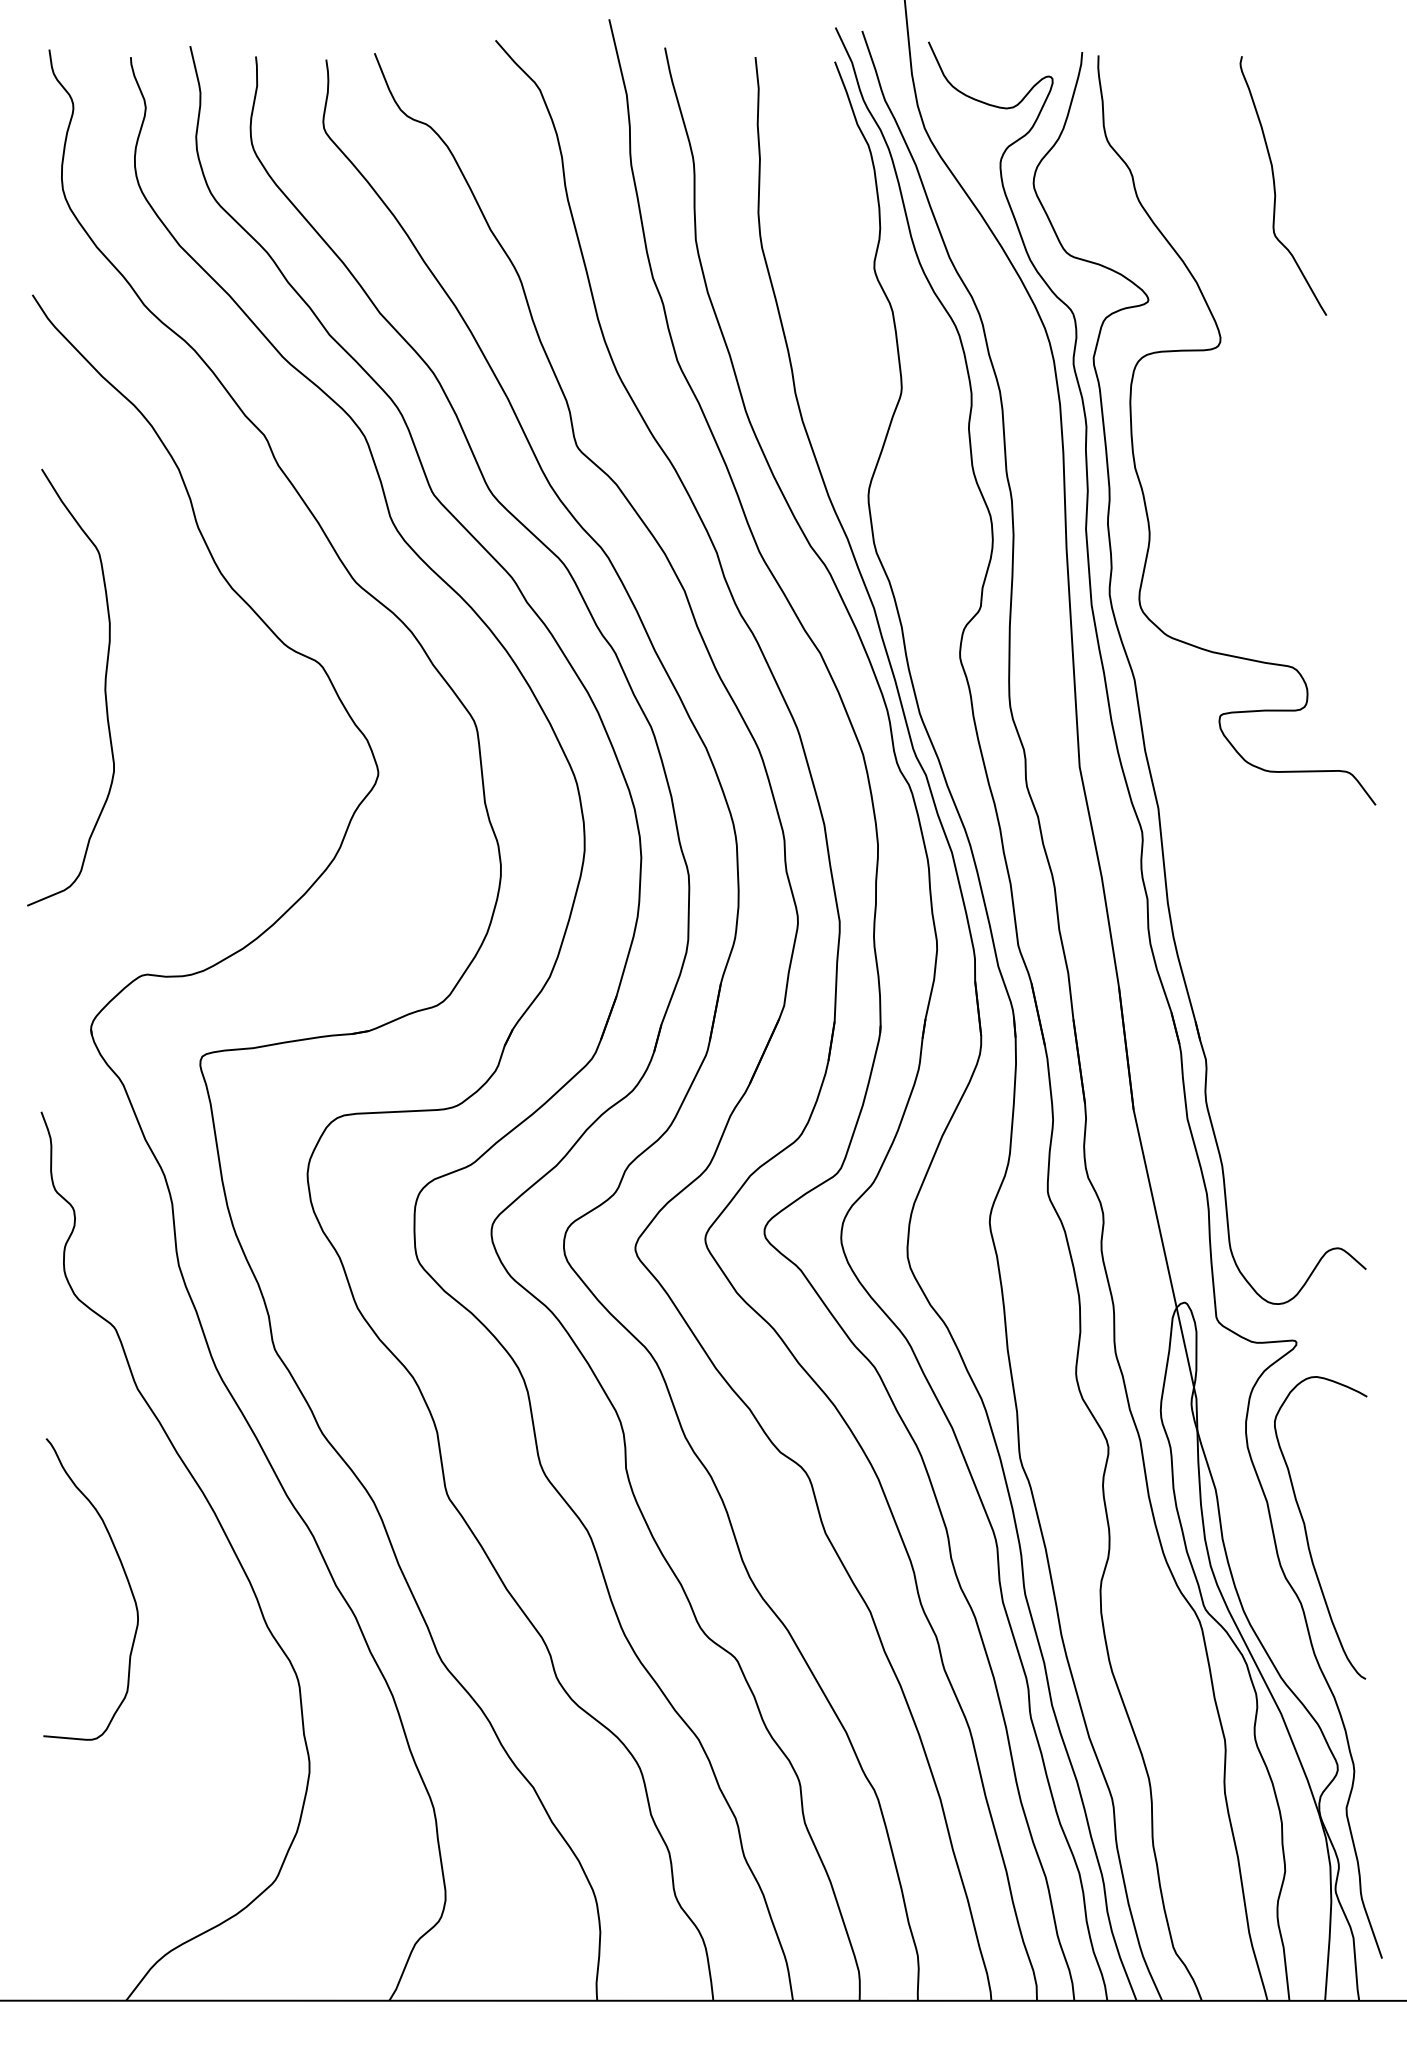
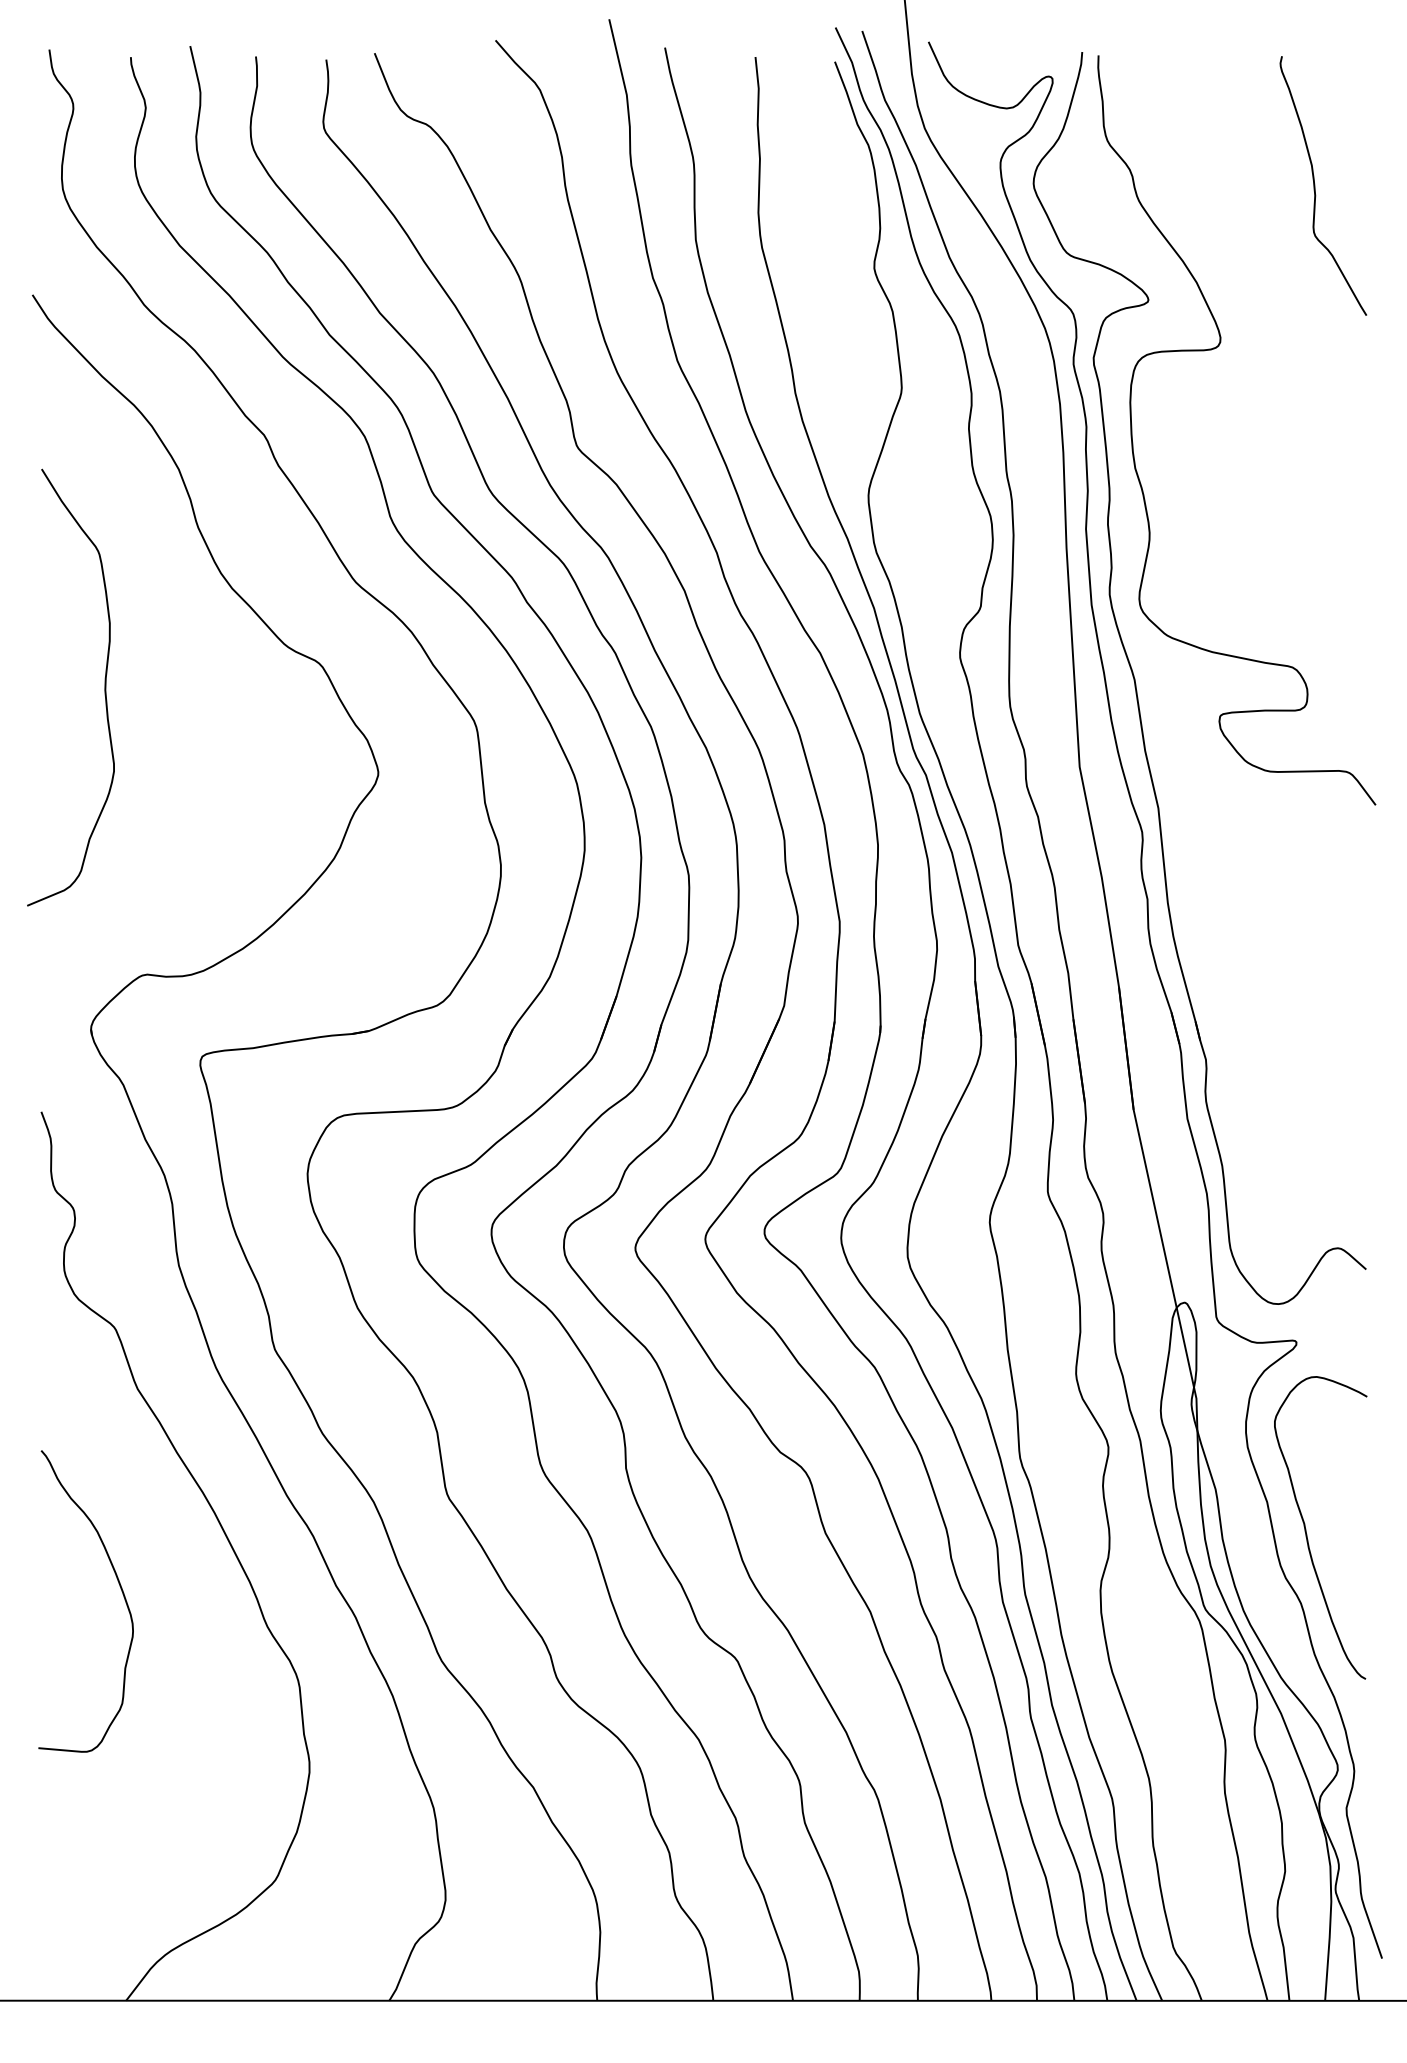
curve at (1275, 185) position: (1275, 185) -> (1315, 185)
curve at (125, 1577) position: (125, 1577) -> (120, 1589)
